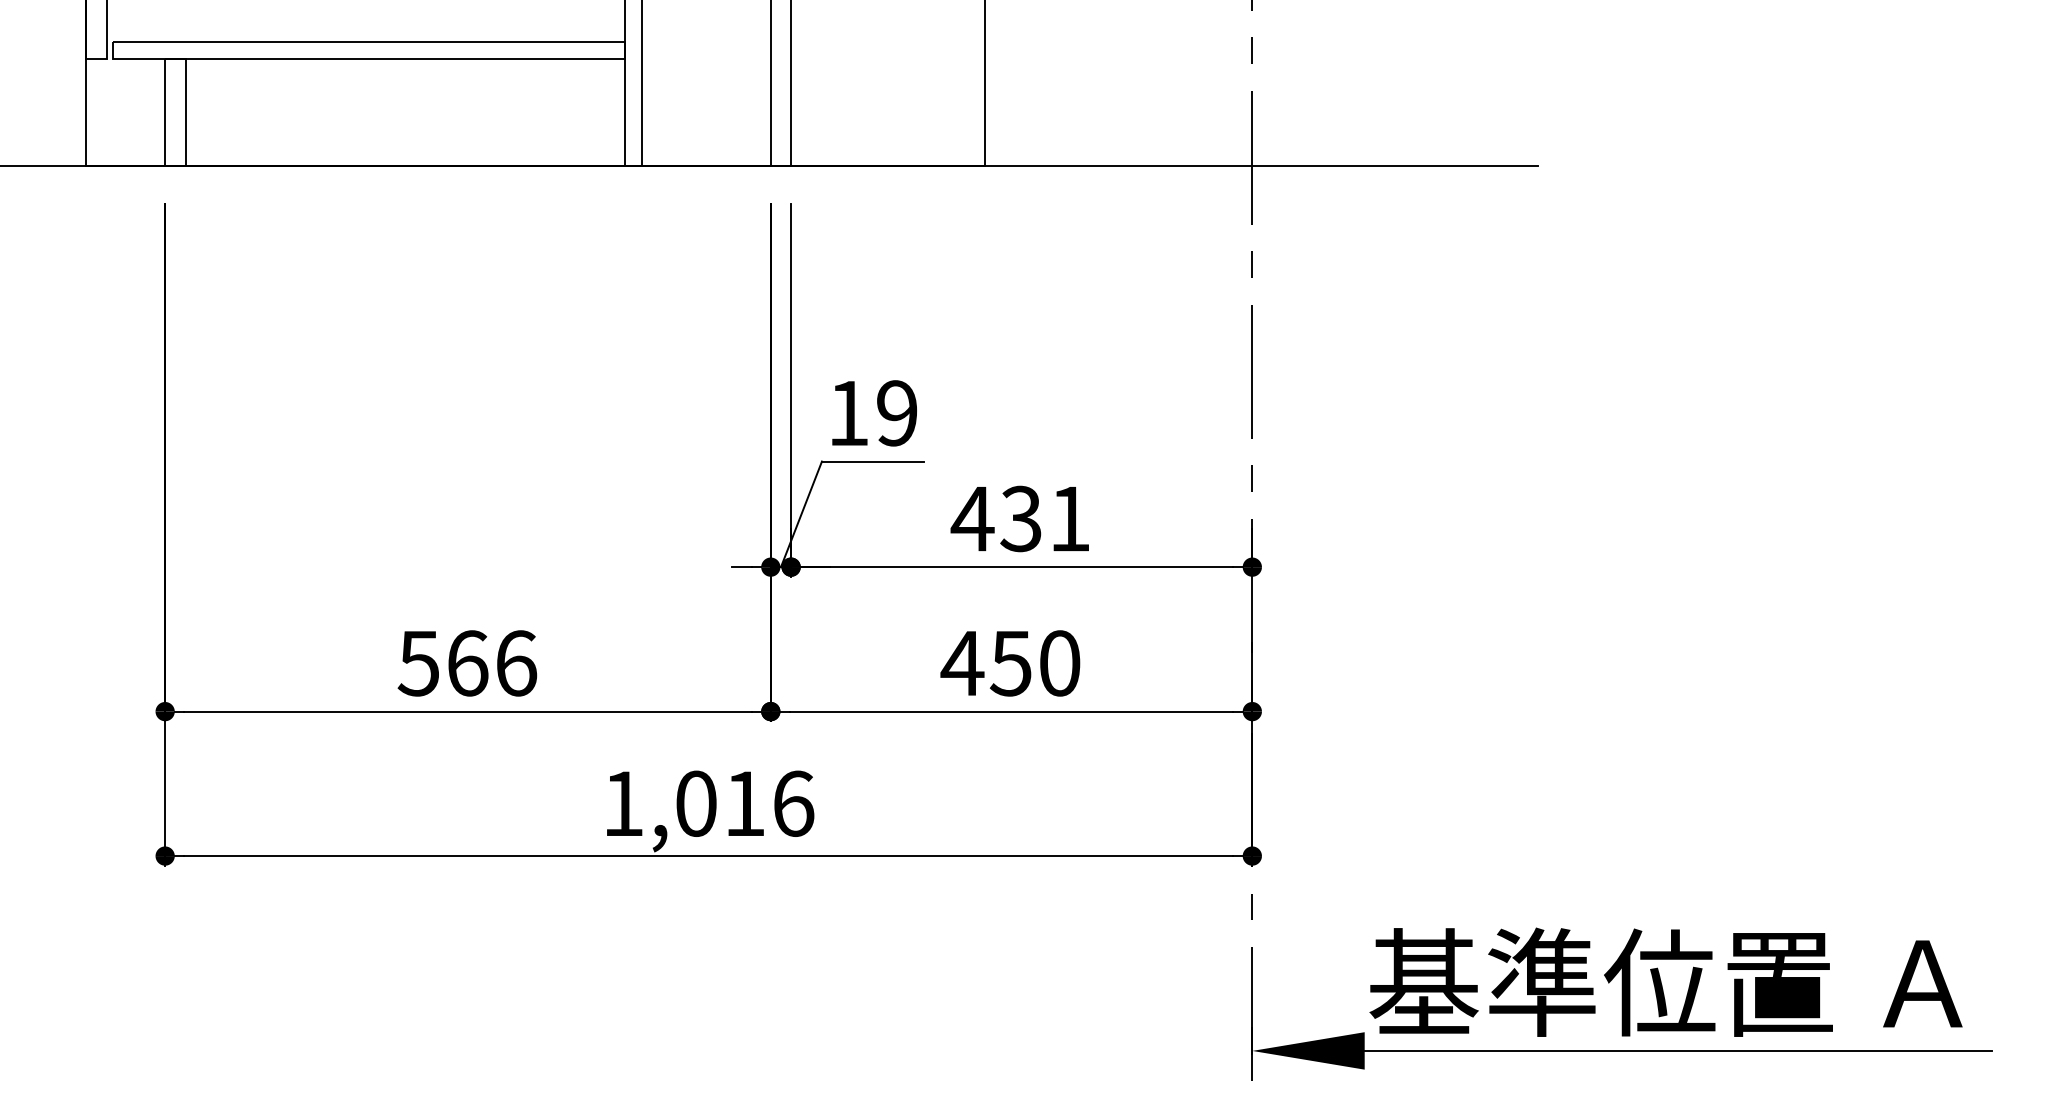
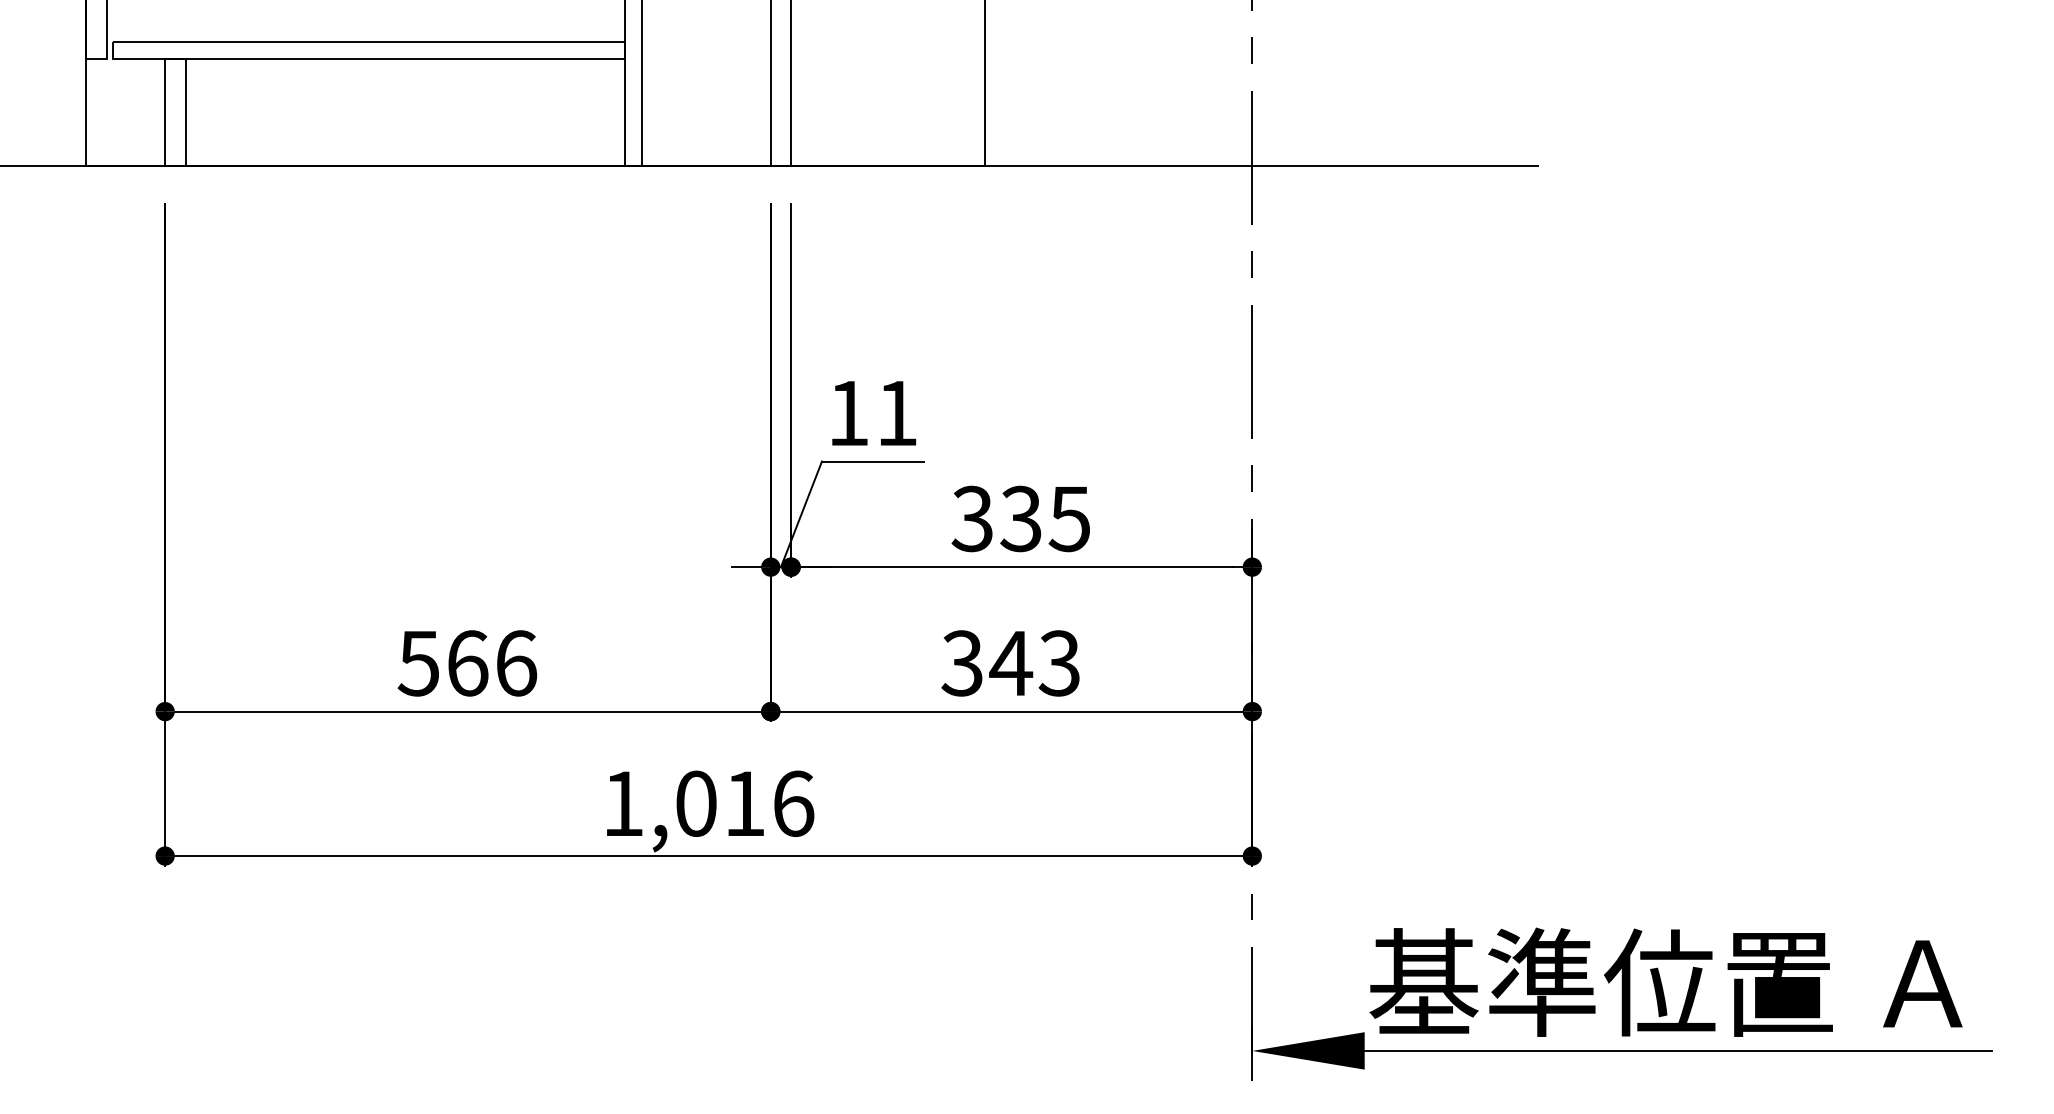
text at (897, 413): 19 -> 11
text at (1019, 518): 431 -> 335
text at (1010, 663): 450 -> 343
